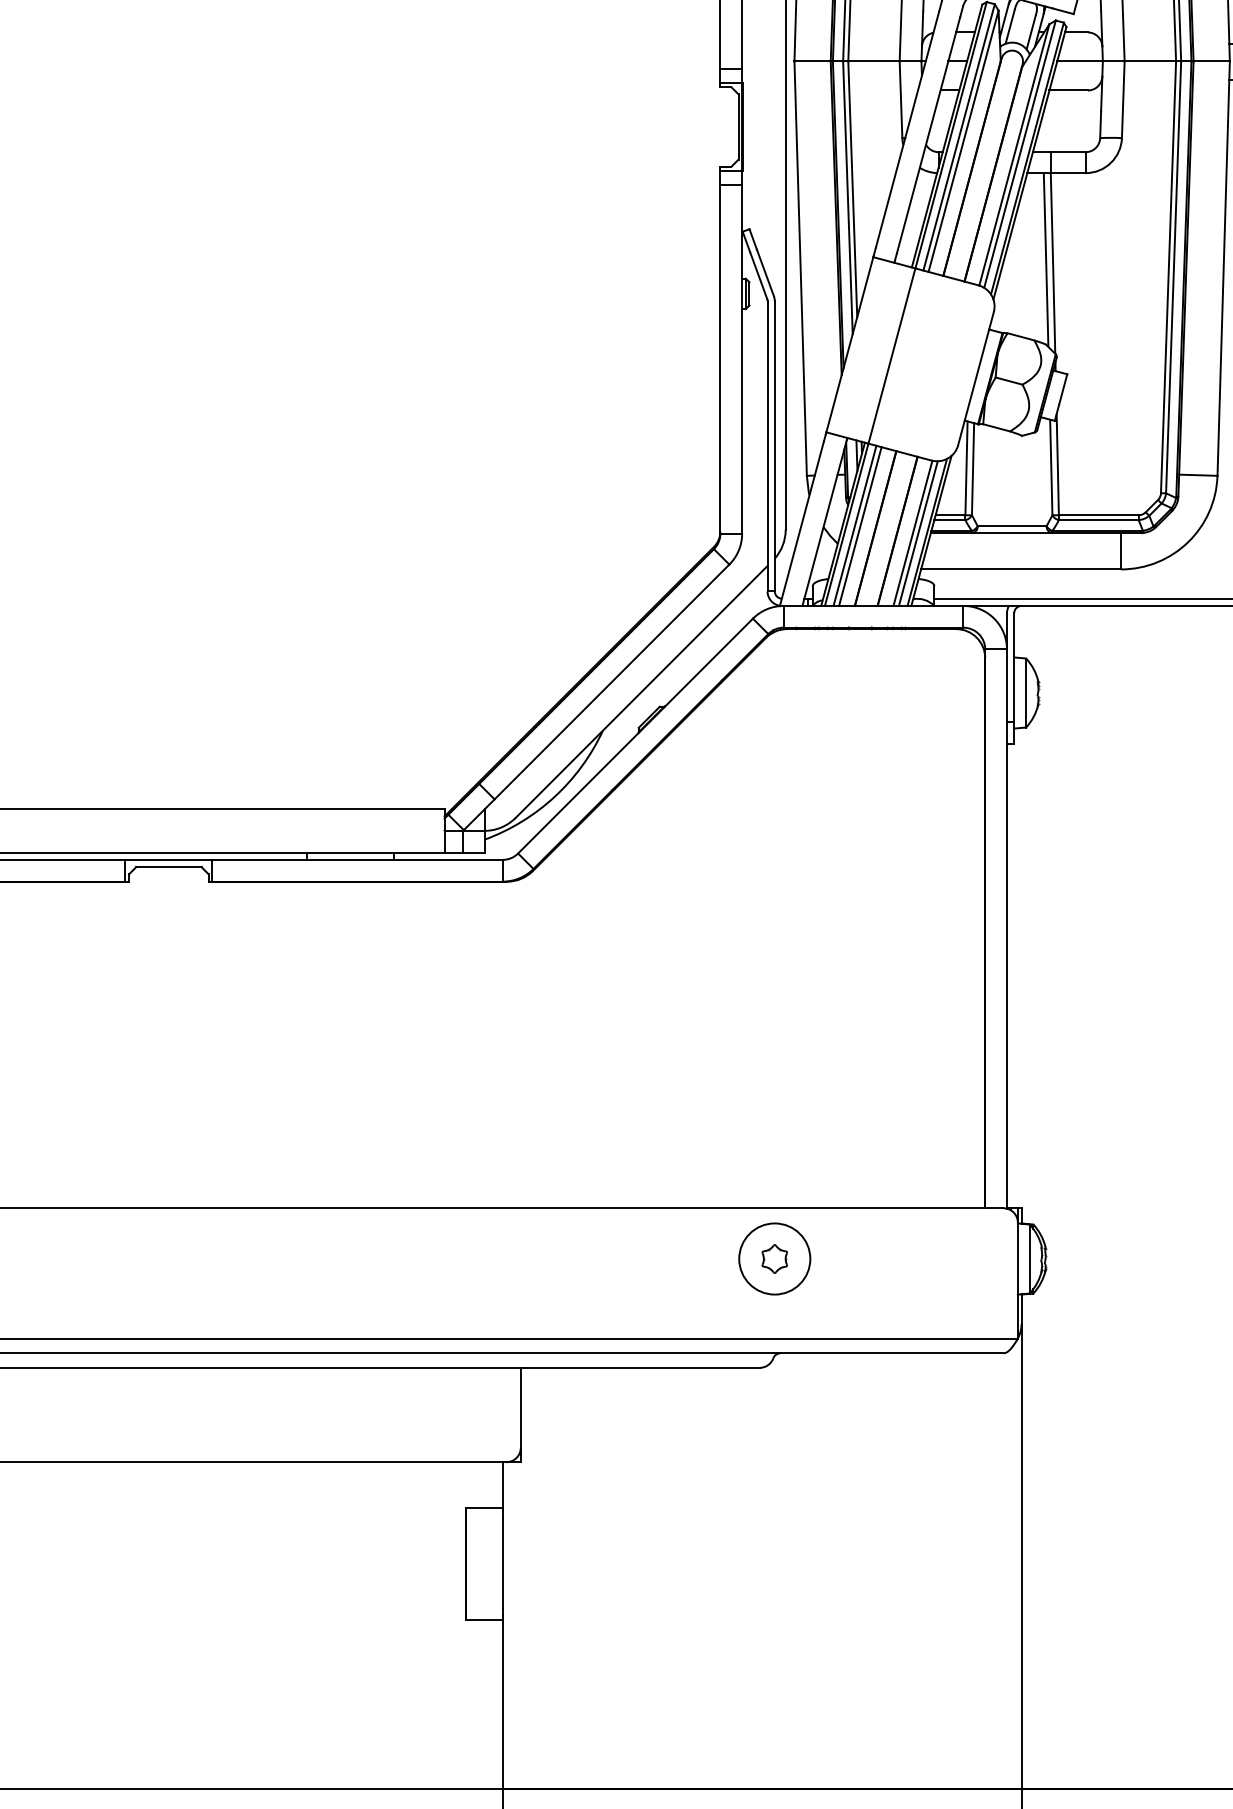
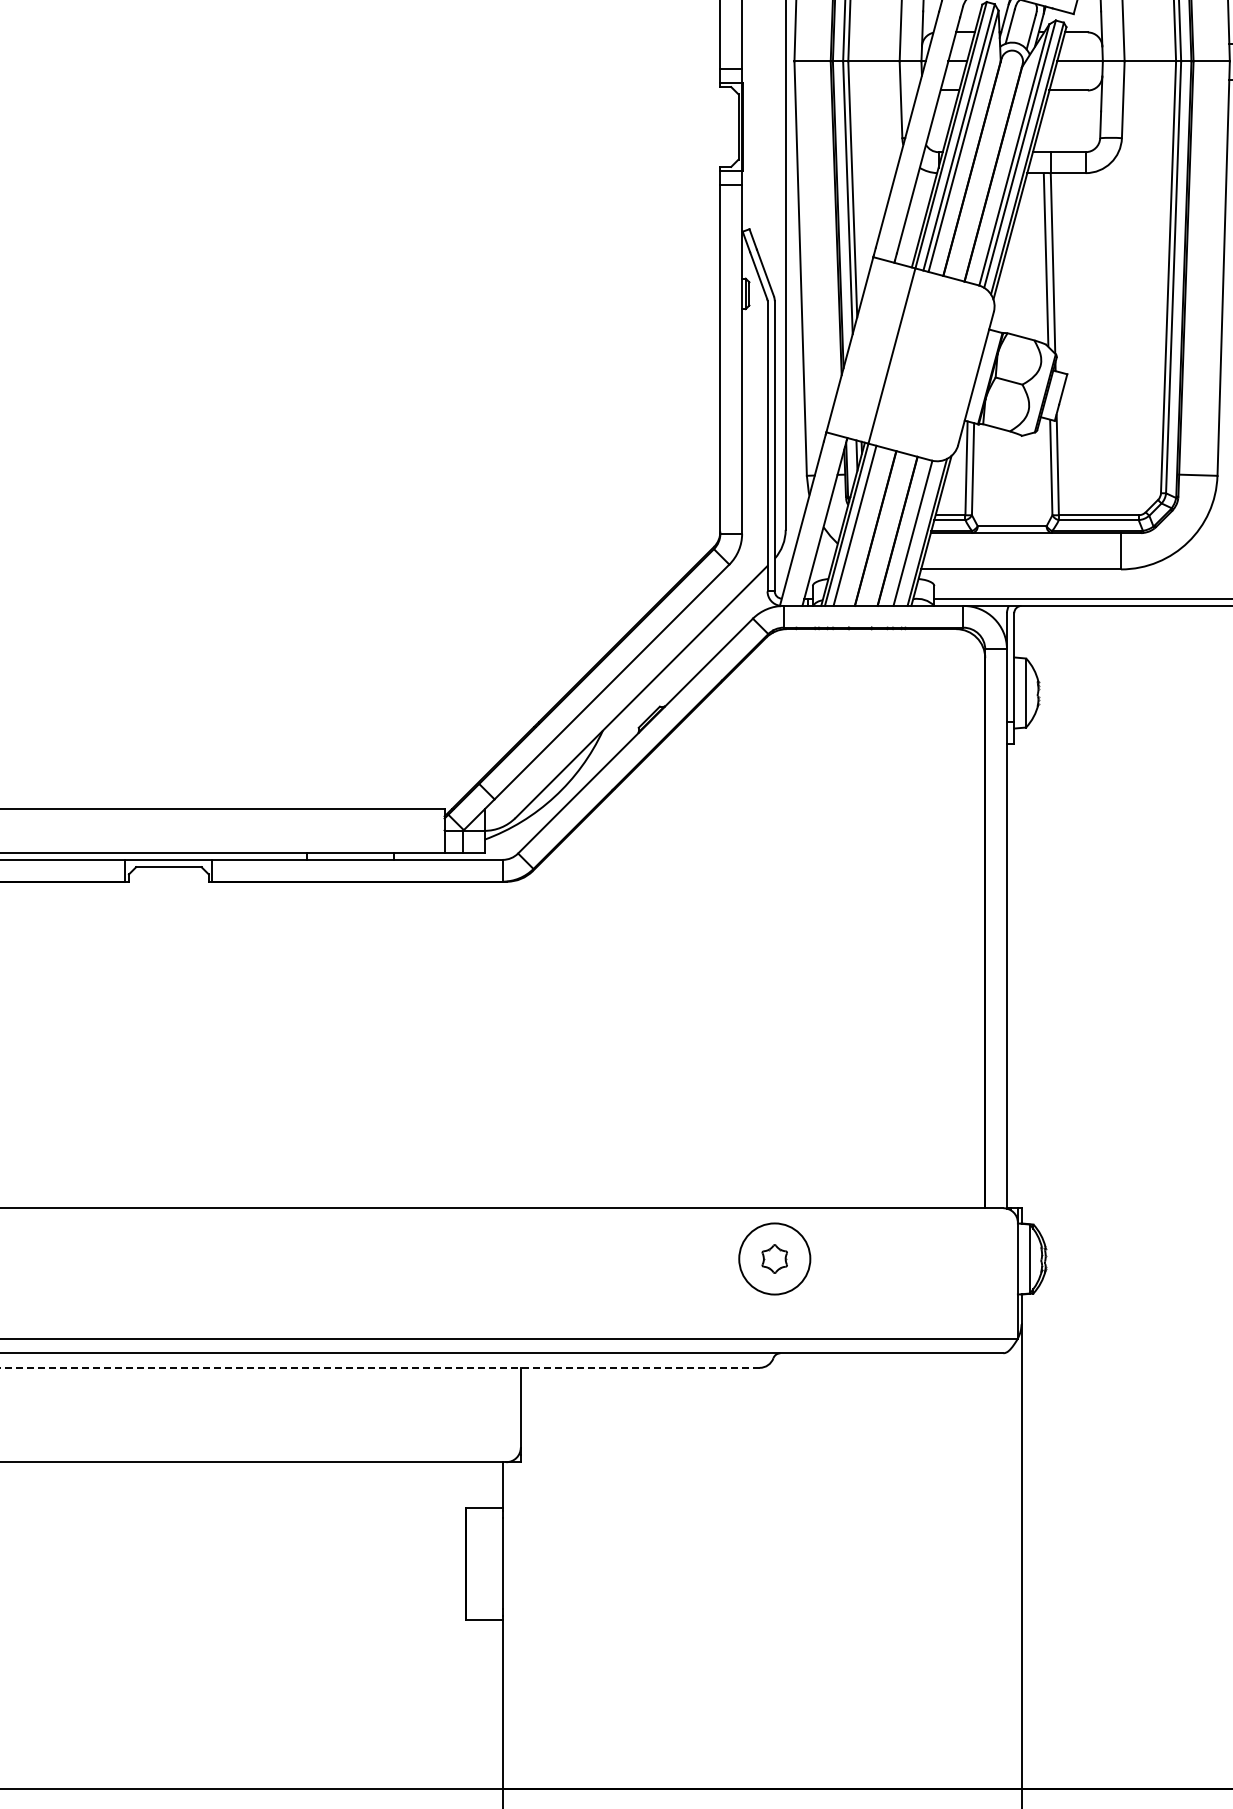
line at (860, 526): present -> none
line at (917, 533): present -> none
line at (379, 1367): solid -> dashed
